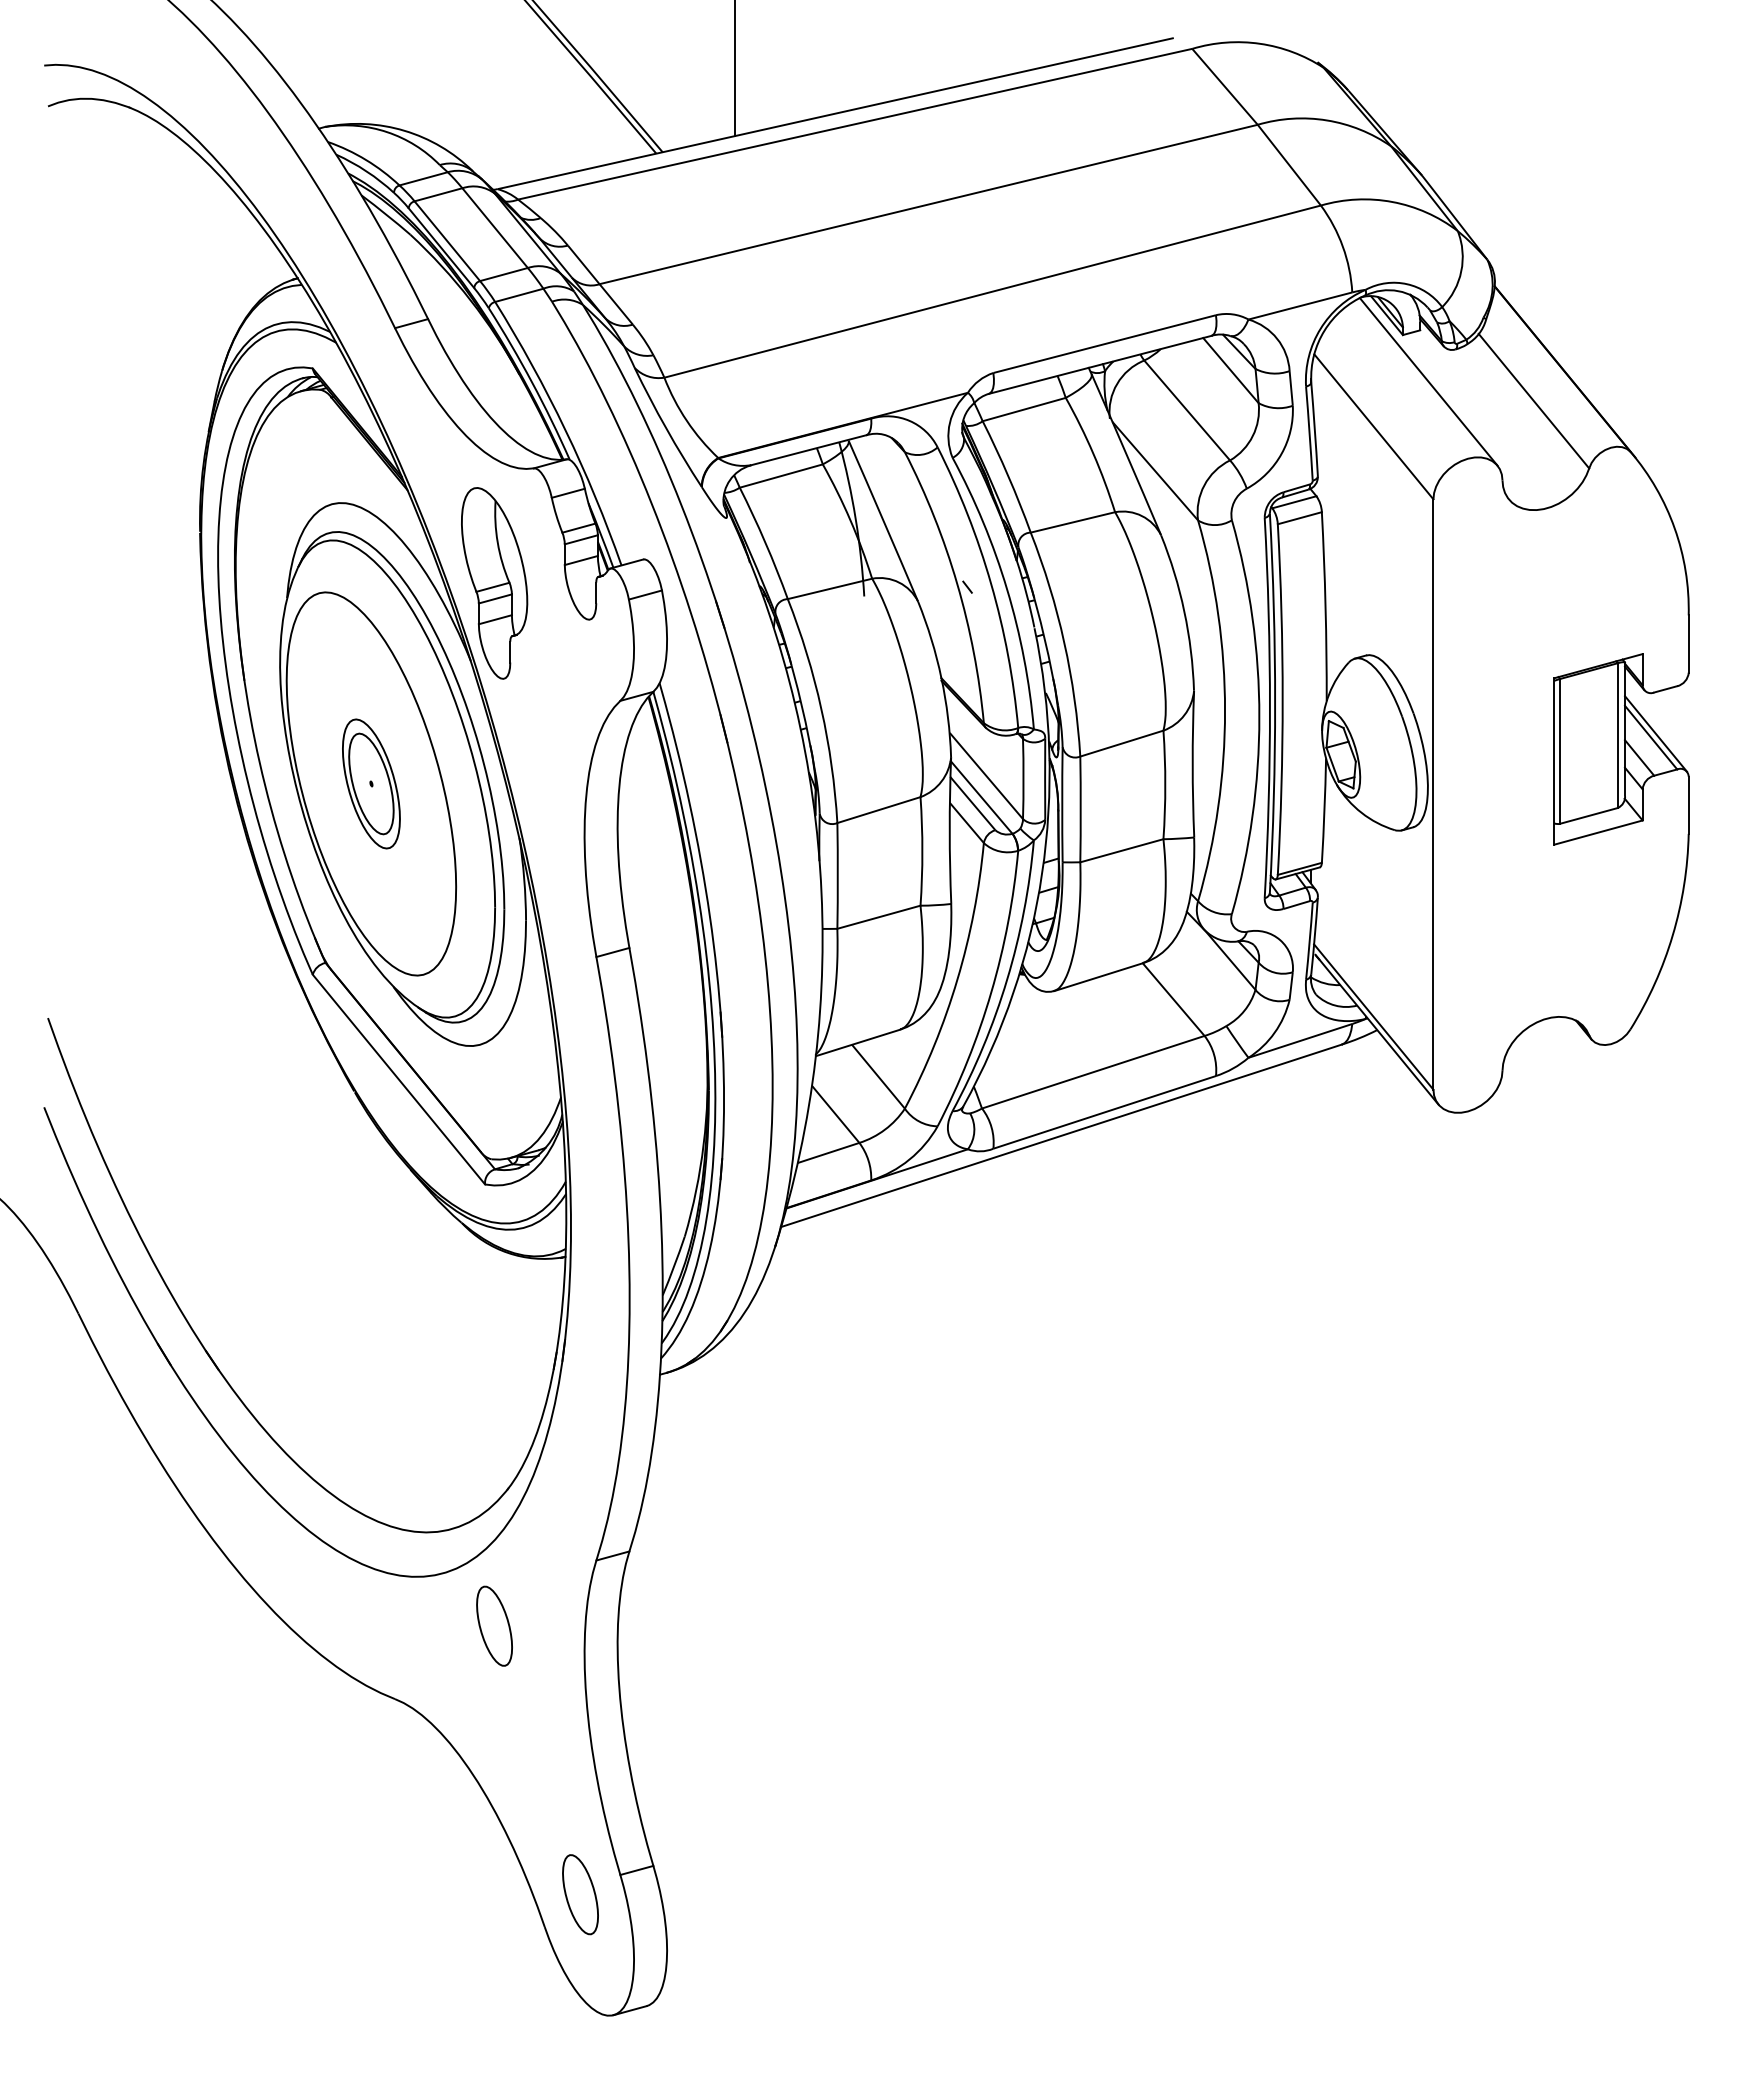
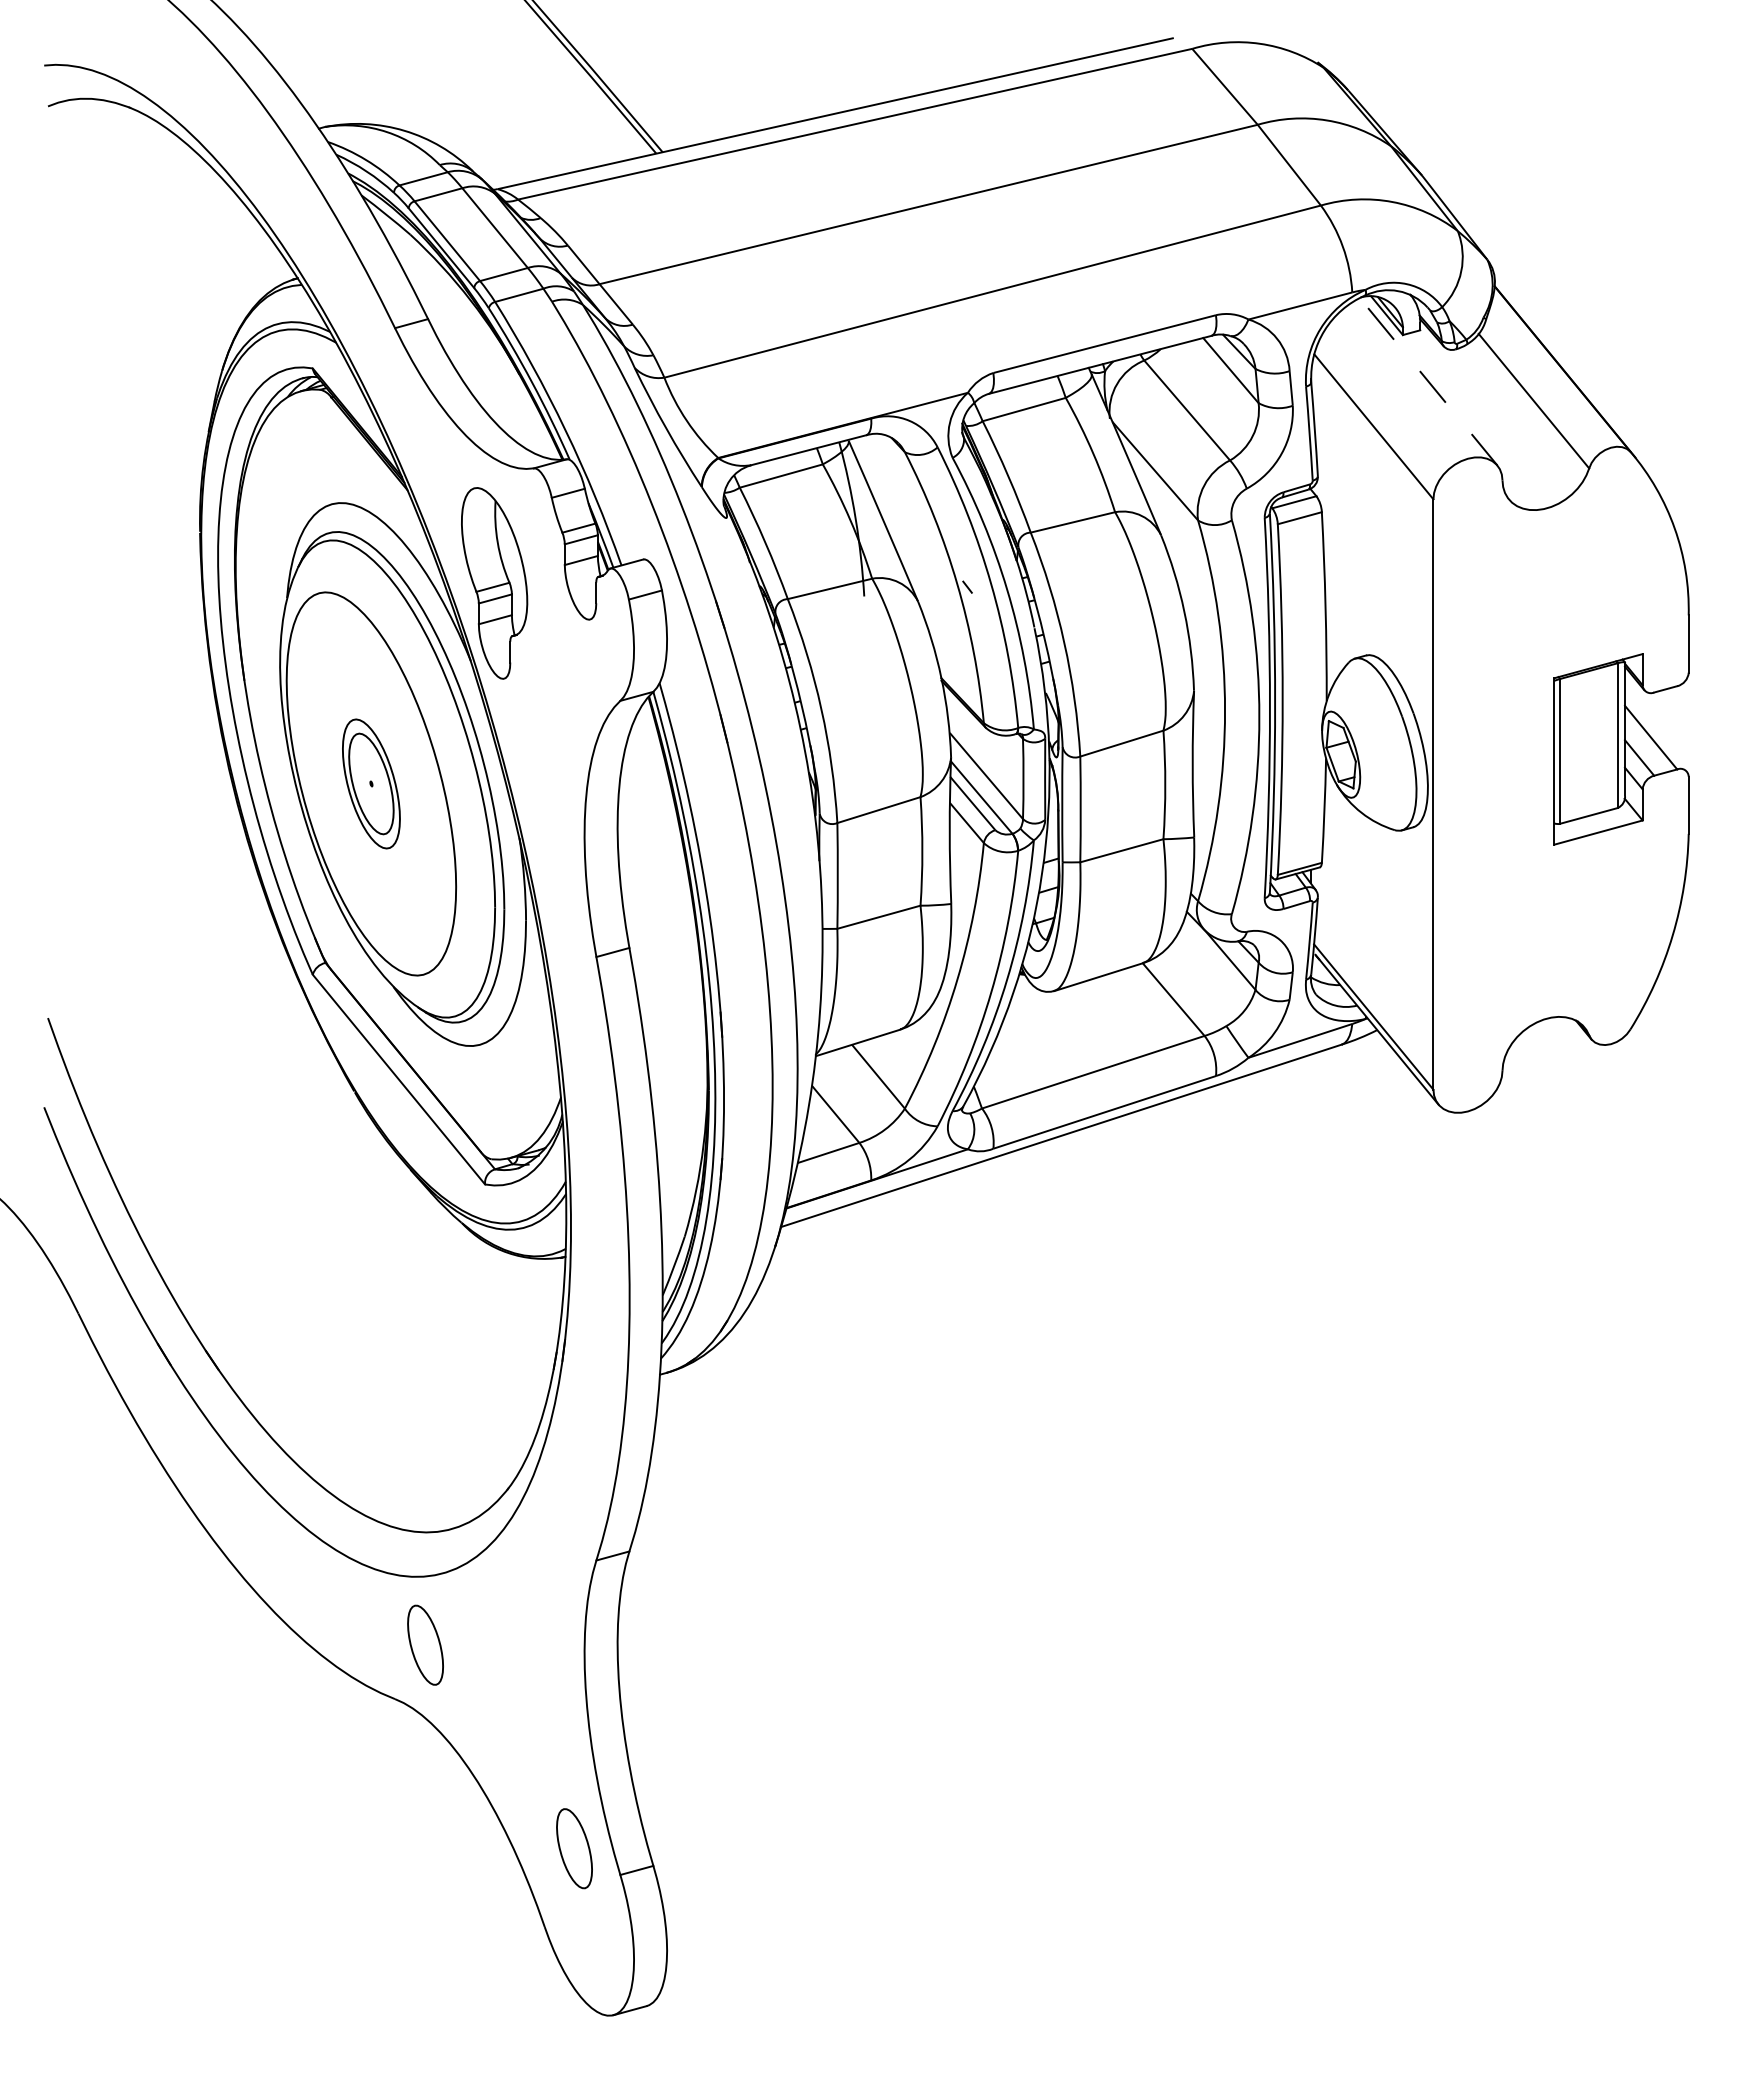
line at (734, 69): present -> none
line at (1428, 381): solid -> dashed
line at (1656, 733): present -> none
part at (494, 1625) position: (494, 1625) -> (425, 1644)
part at (580, 1894) position: (580, 1894) -> (574, 1848)
